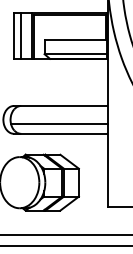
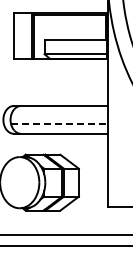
line at (21, 35): present -> none
line at (60, 124): solid -> dashed
